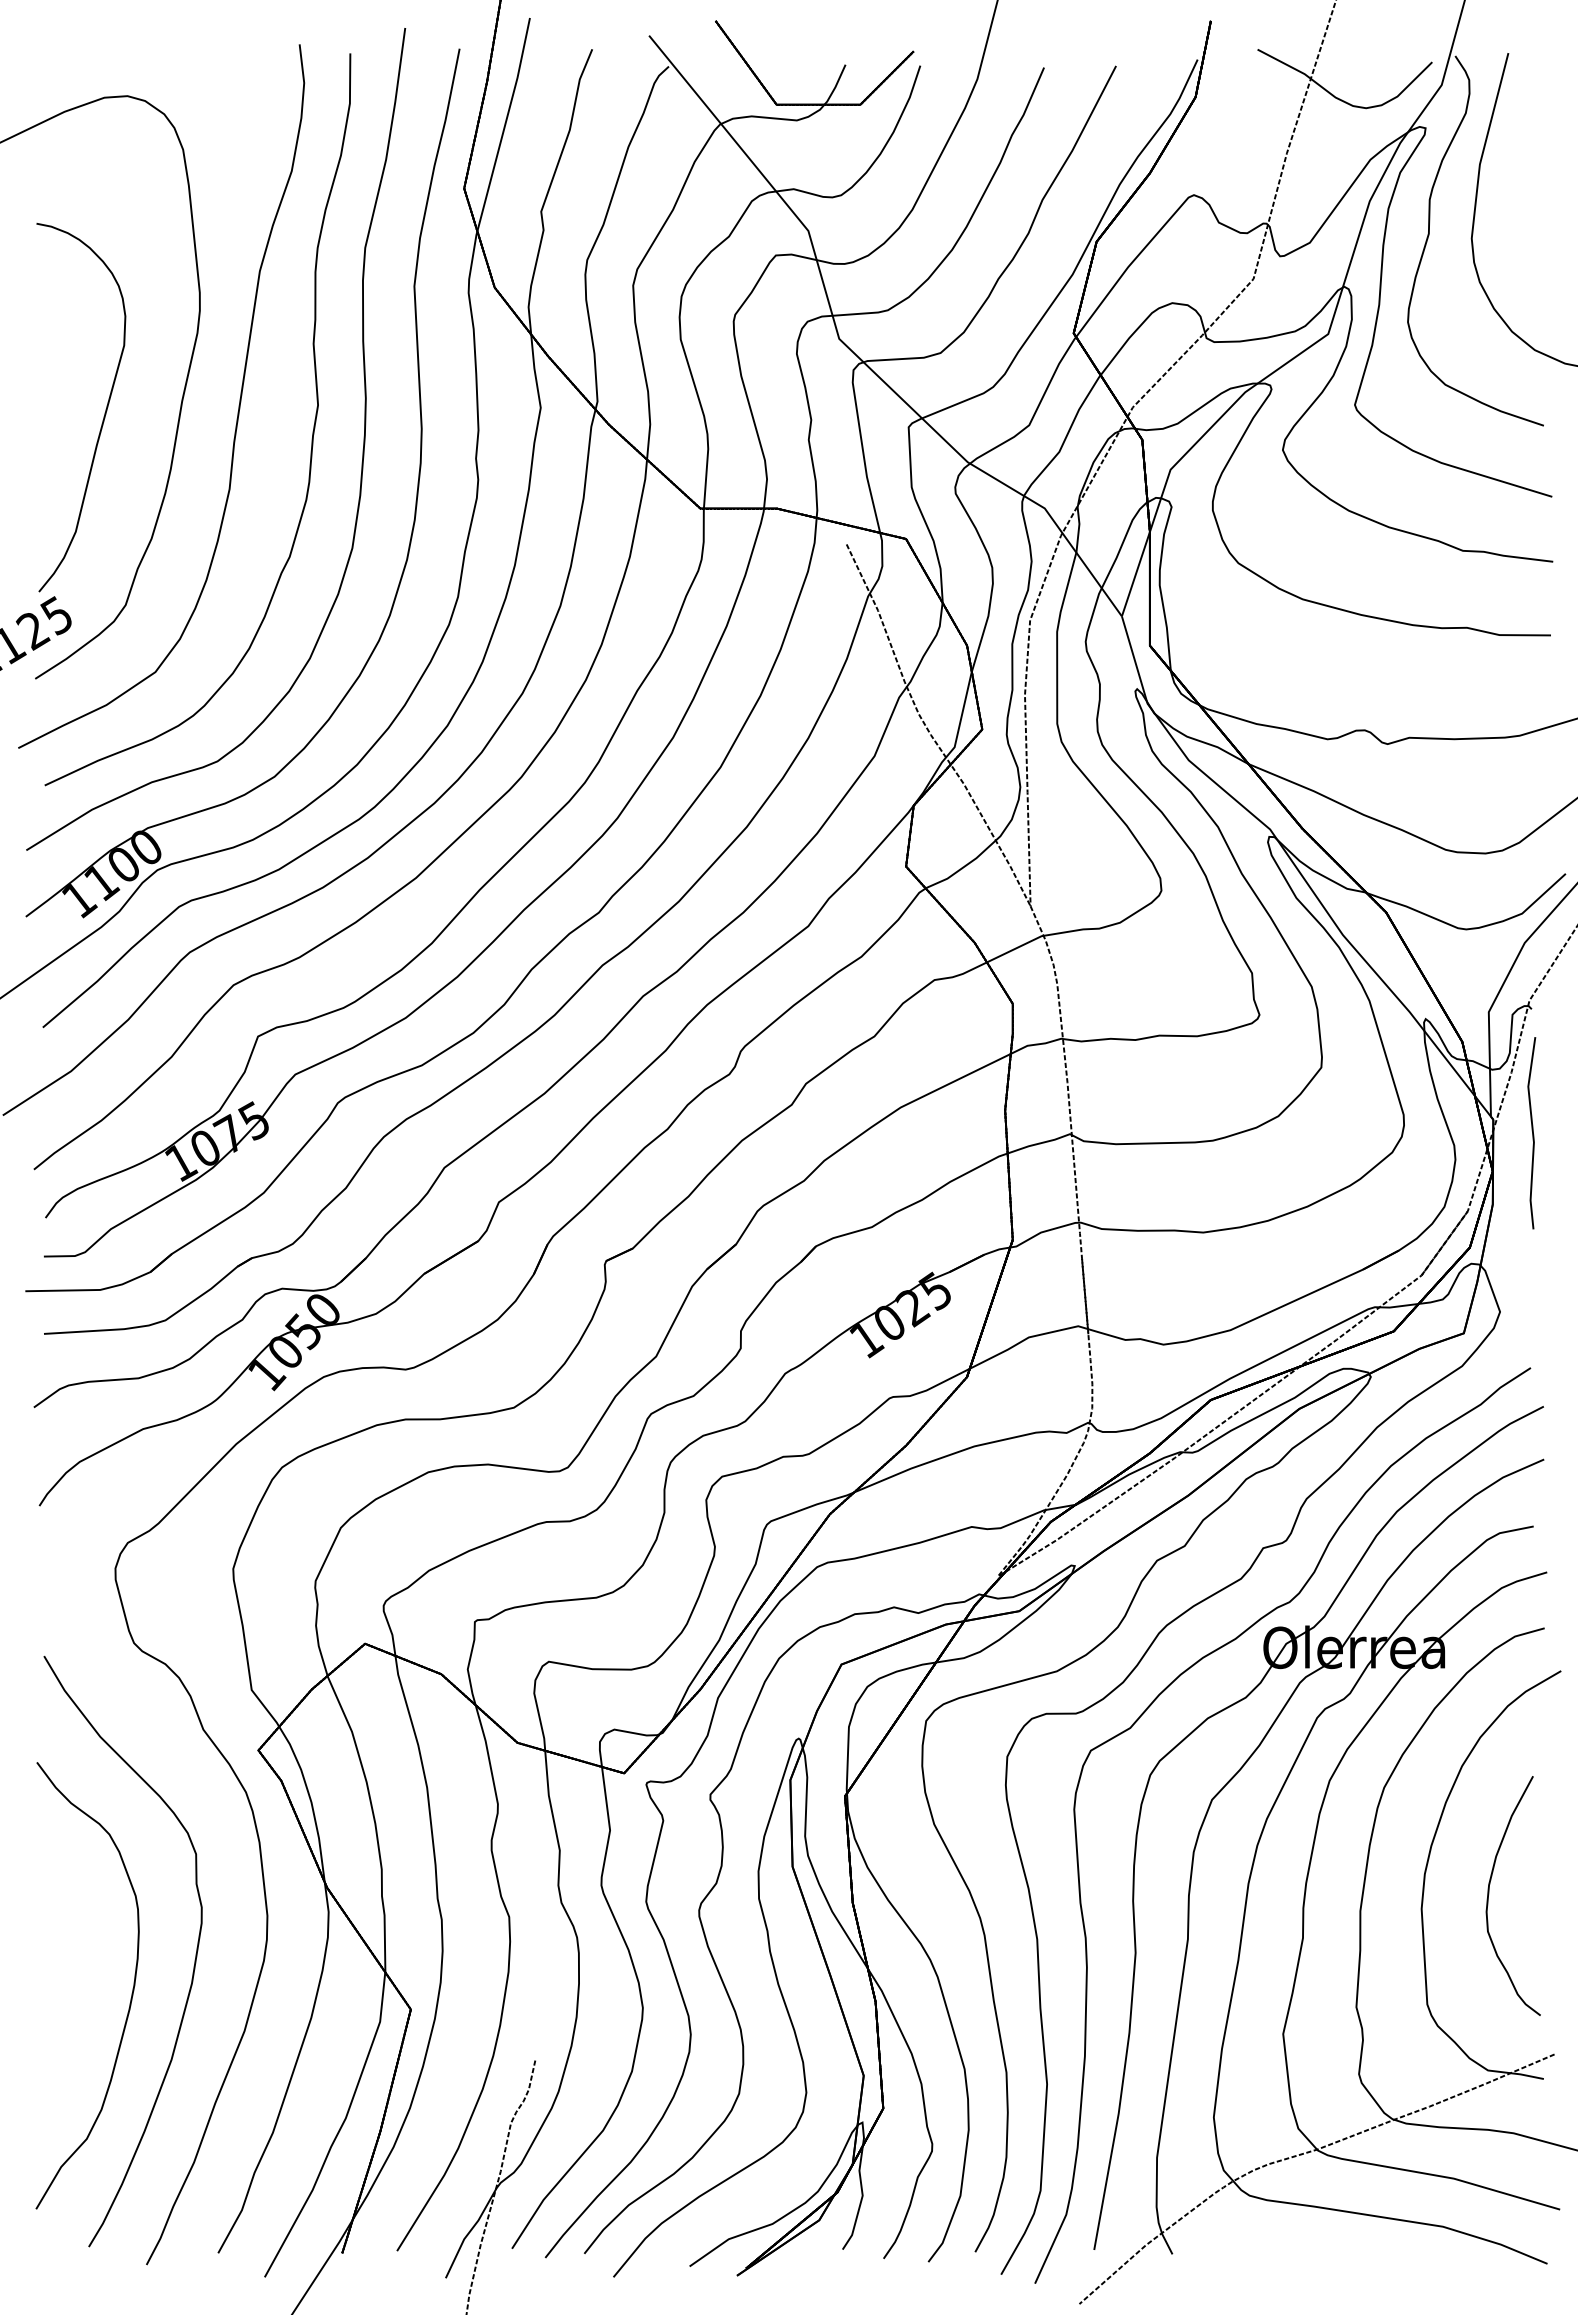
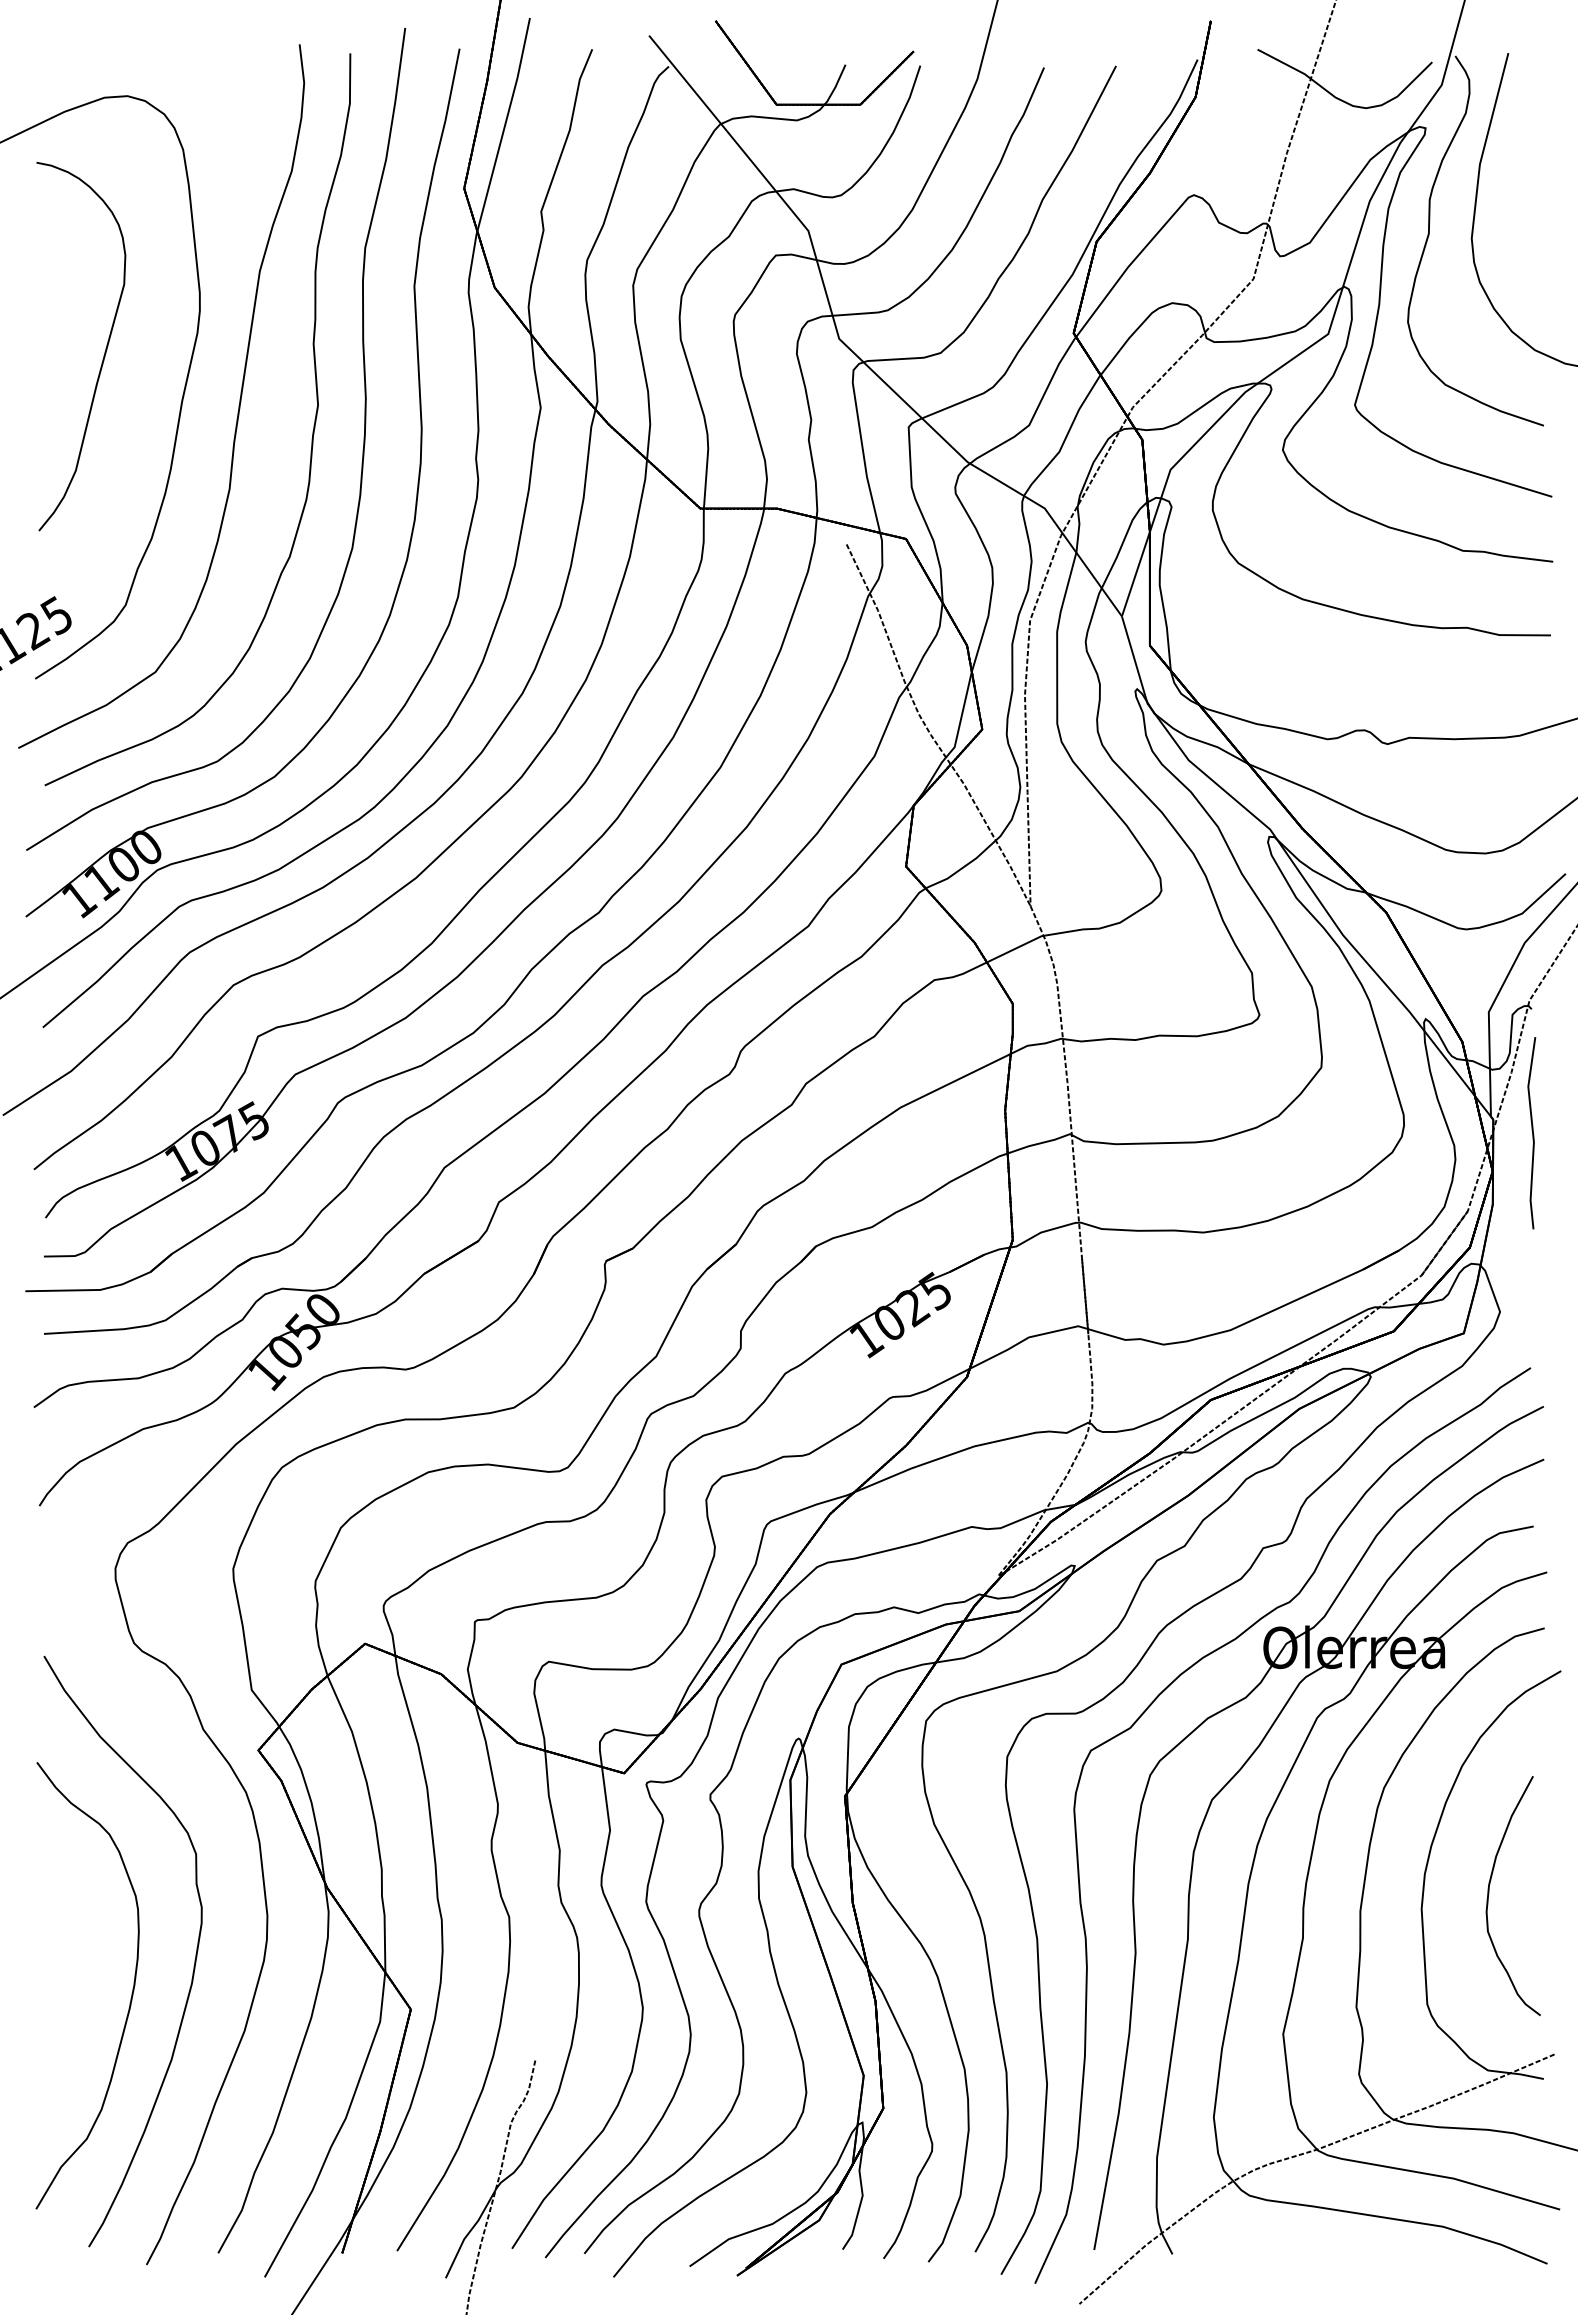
curve at (104, 412) position: (104, 412) -> (104, 351)
